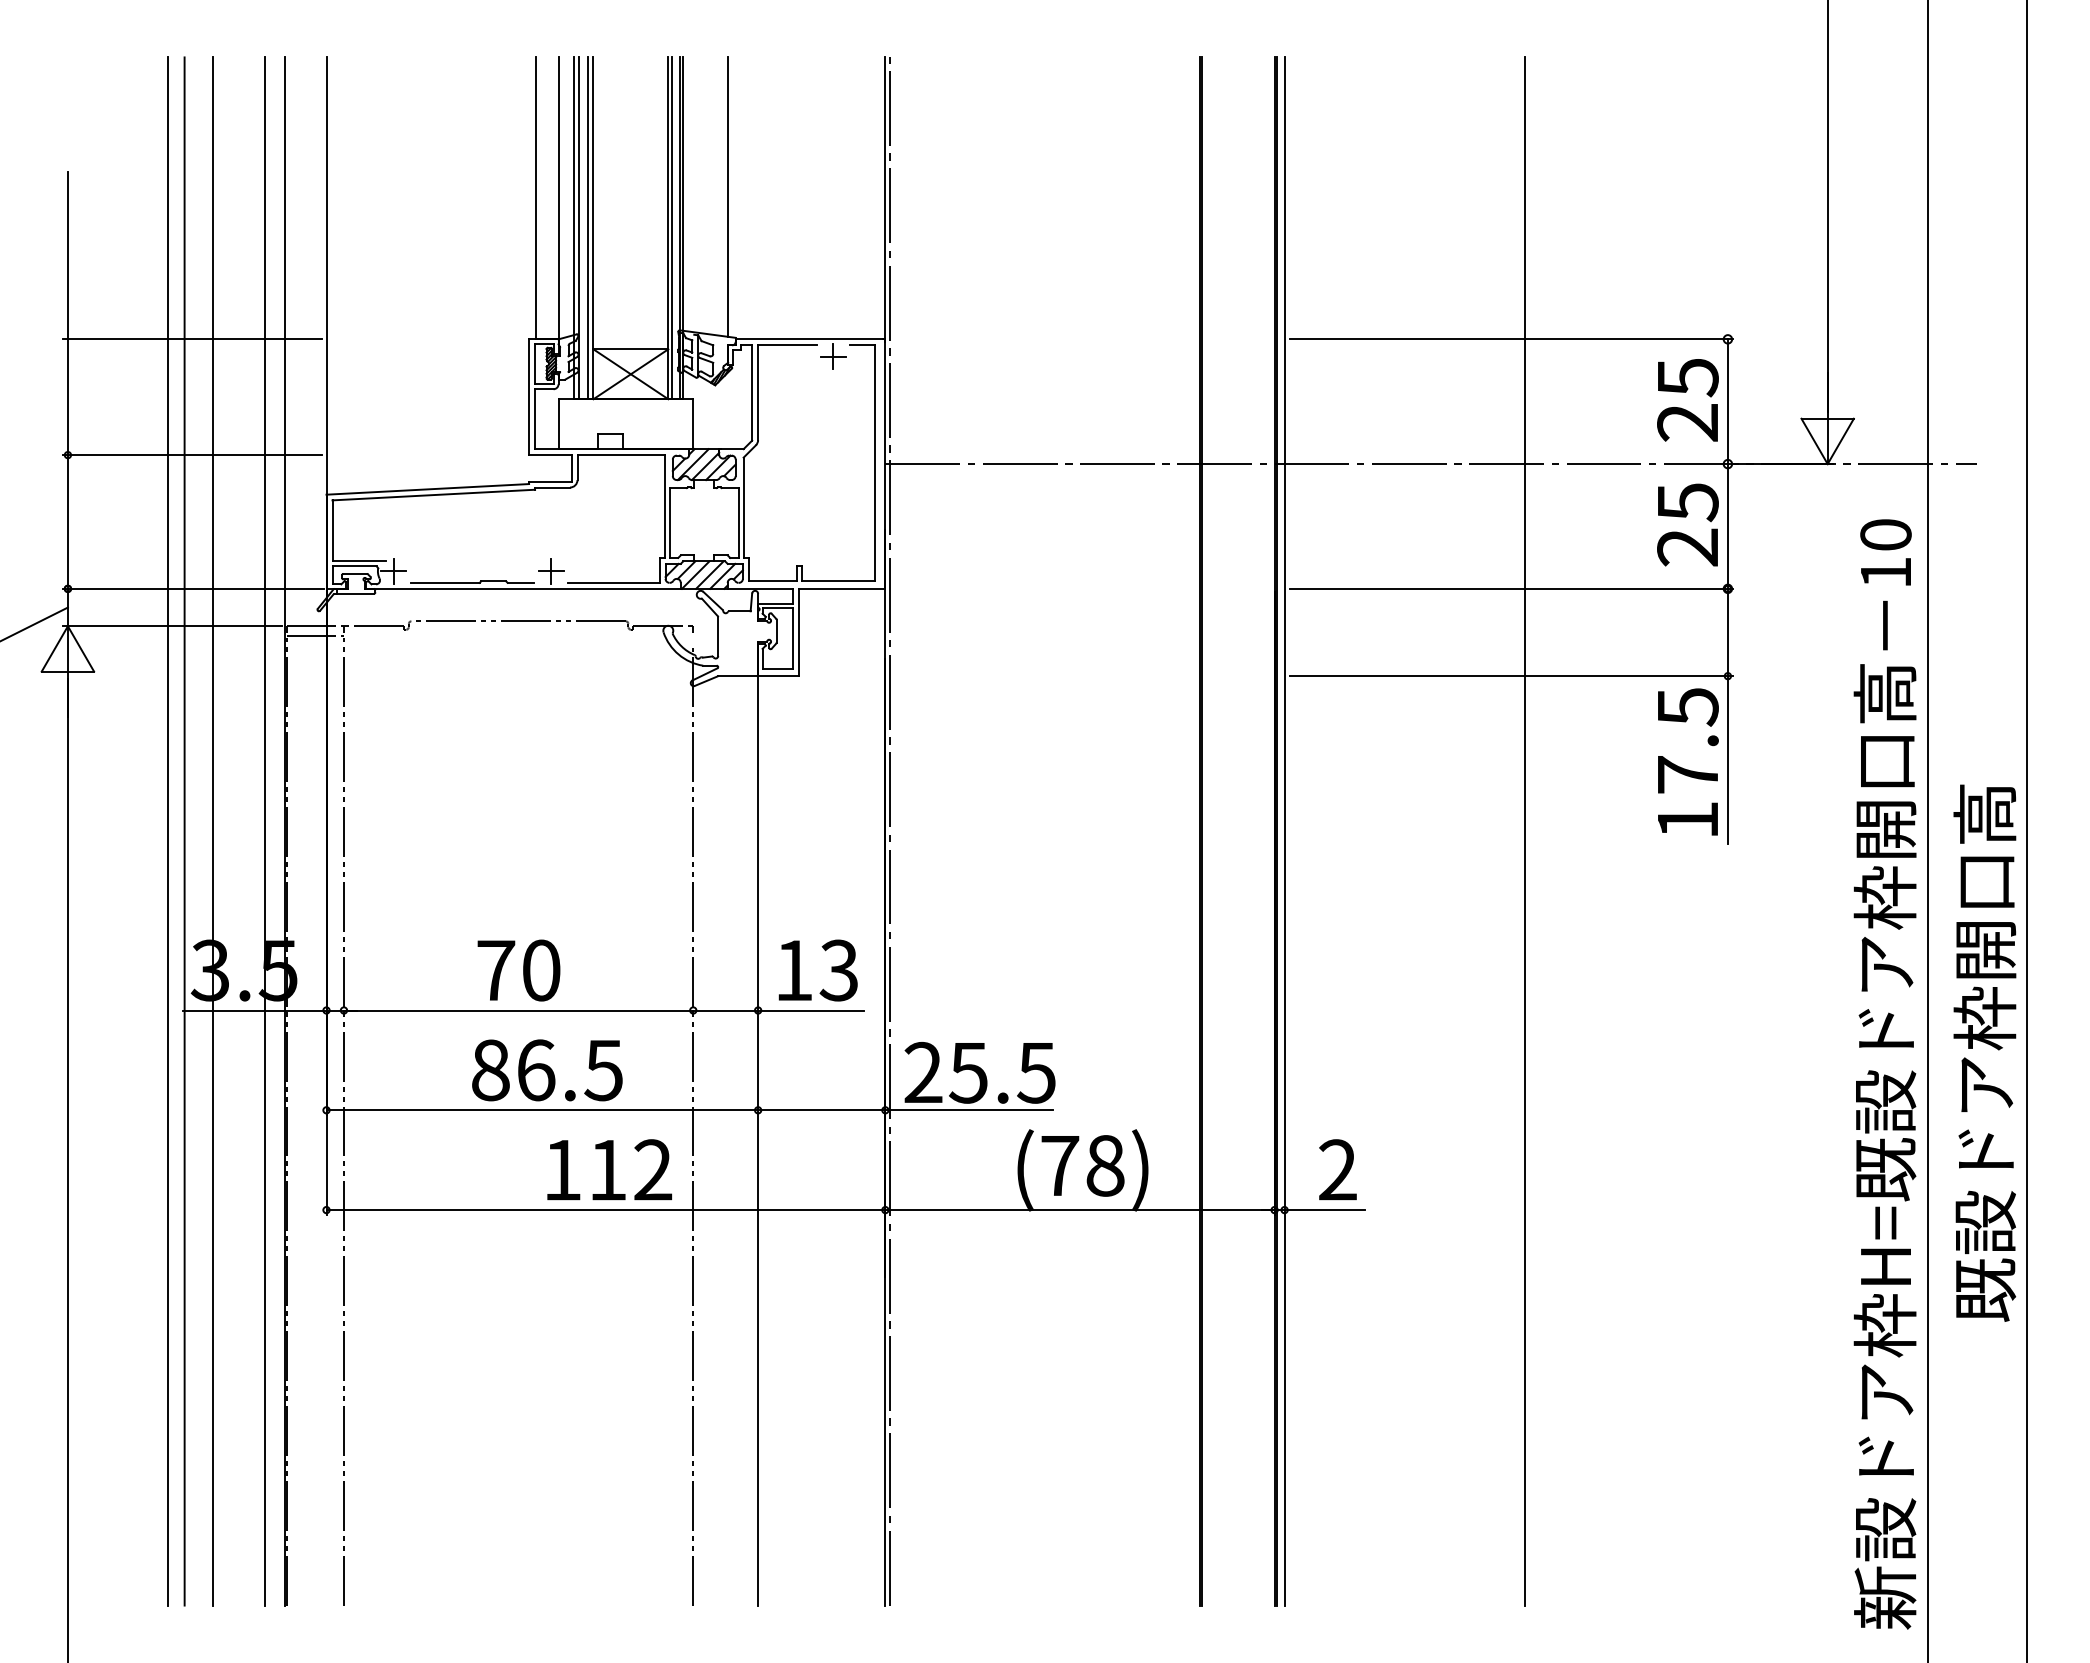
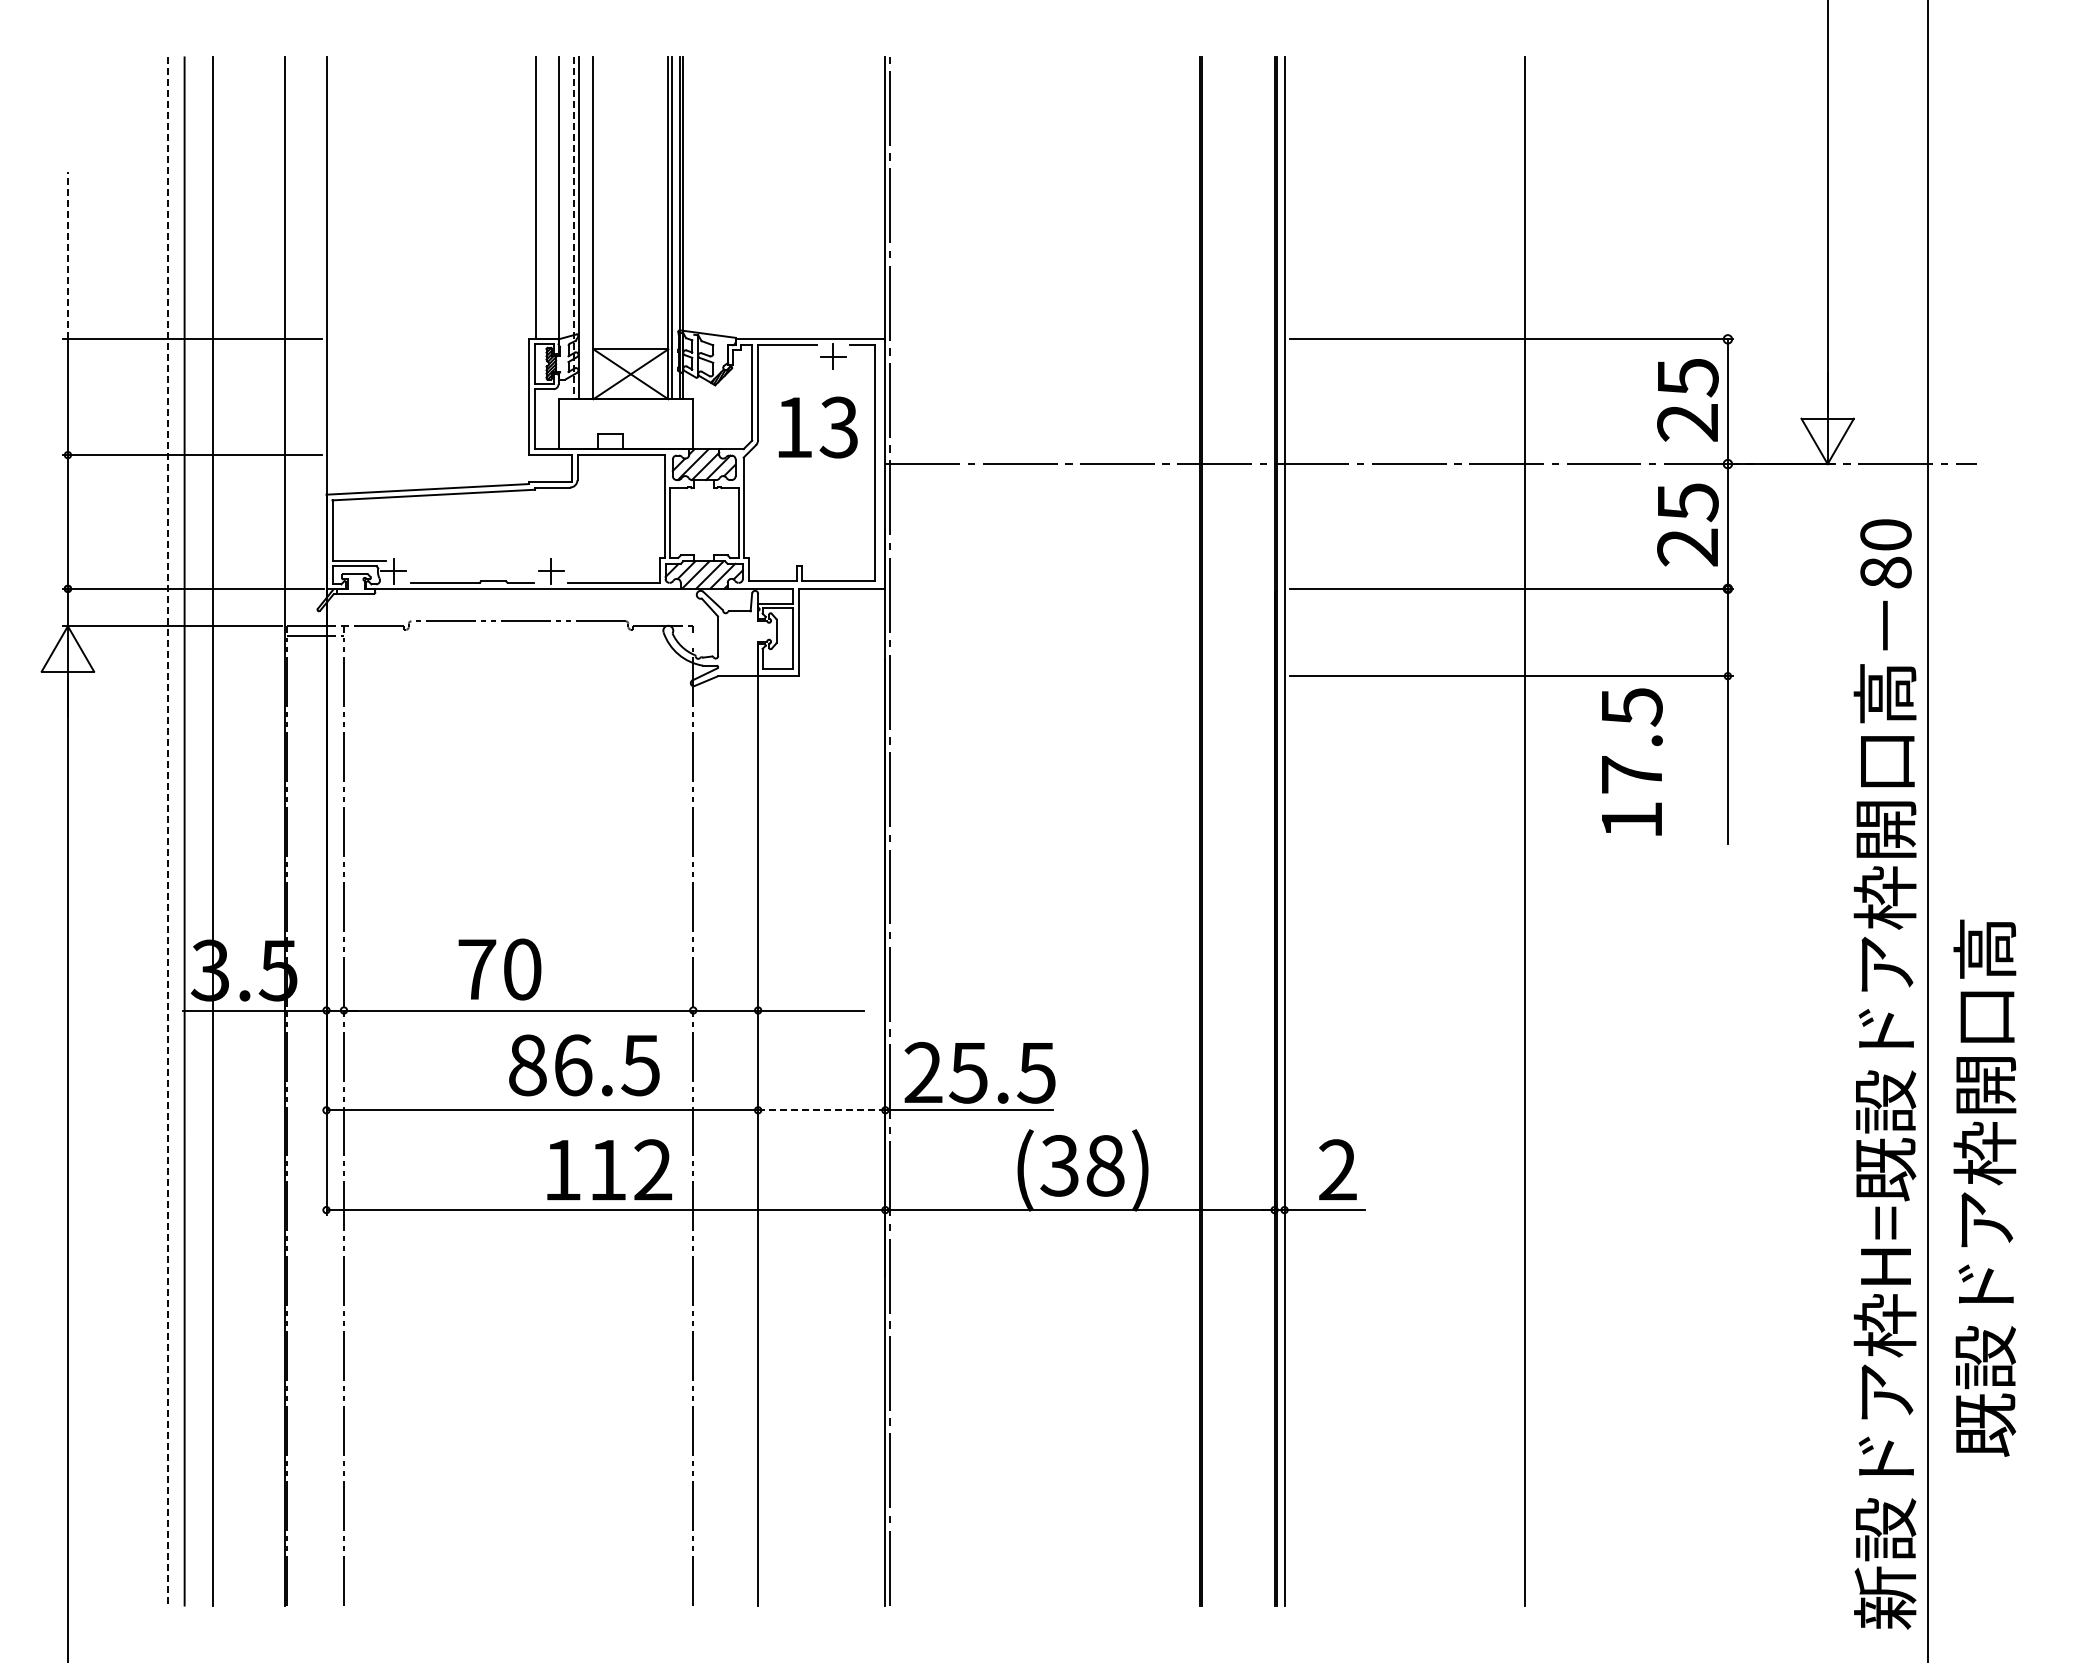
line at (728, 196): present -> none
line at (573, 228): solid -> dashed
line at (588, 228): present -> none
line at (67, 255): solid -> dashed
text at (1885, 572): 10 -> 80
line at (34, 623): present -> none
text at (1688, 761) position: (1688, 761) -> (1632, 761)
line at (2027, 830): present -> none
line at (167, 831): solid -> dashed
line at (265, 831): present -> none
text at (518, 970) position: (518, 970) -> (499, 969)
text at (817, 970) position: (817, 970) -> (817, 427)
text at (1984, 1052) position: (1984, 1052) -> (1984, 1187)
text at (547, 1070) position: (547, 1070) -> (584, 1065)
line at (821, 1110): solid -> dashed
text at (1059, 1165): (78) -> (38)
